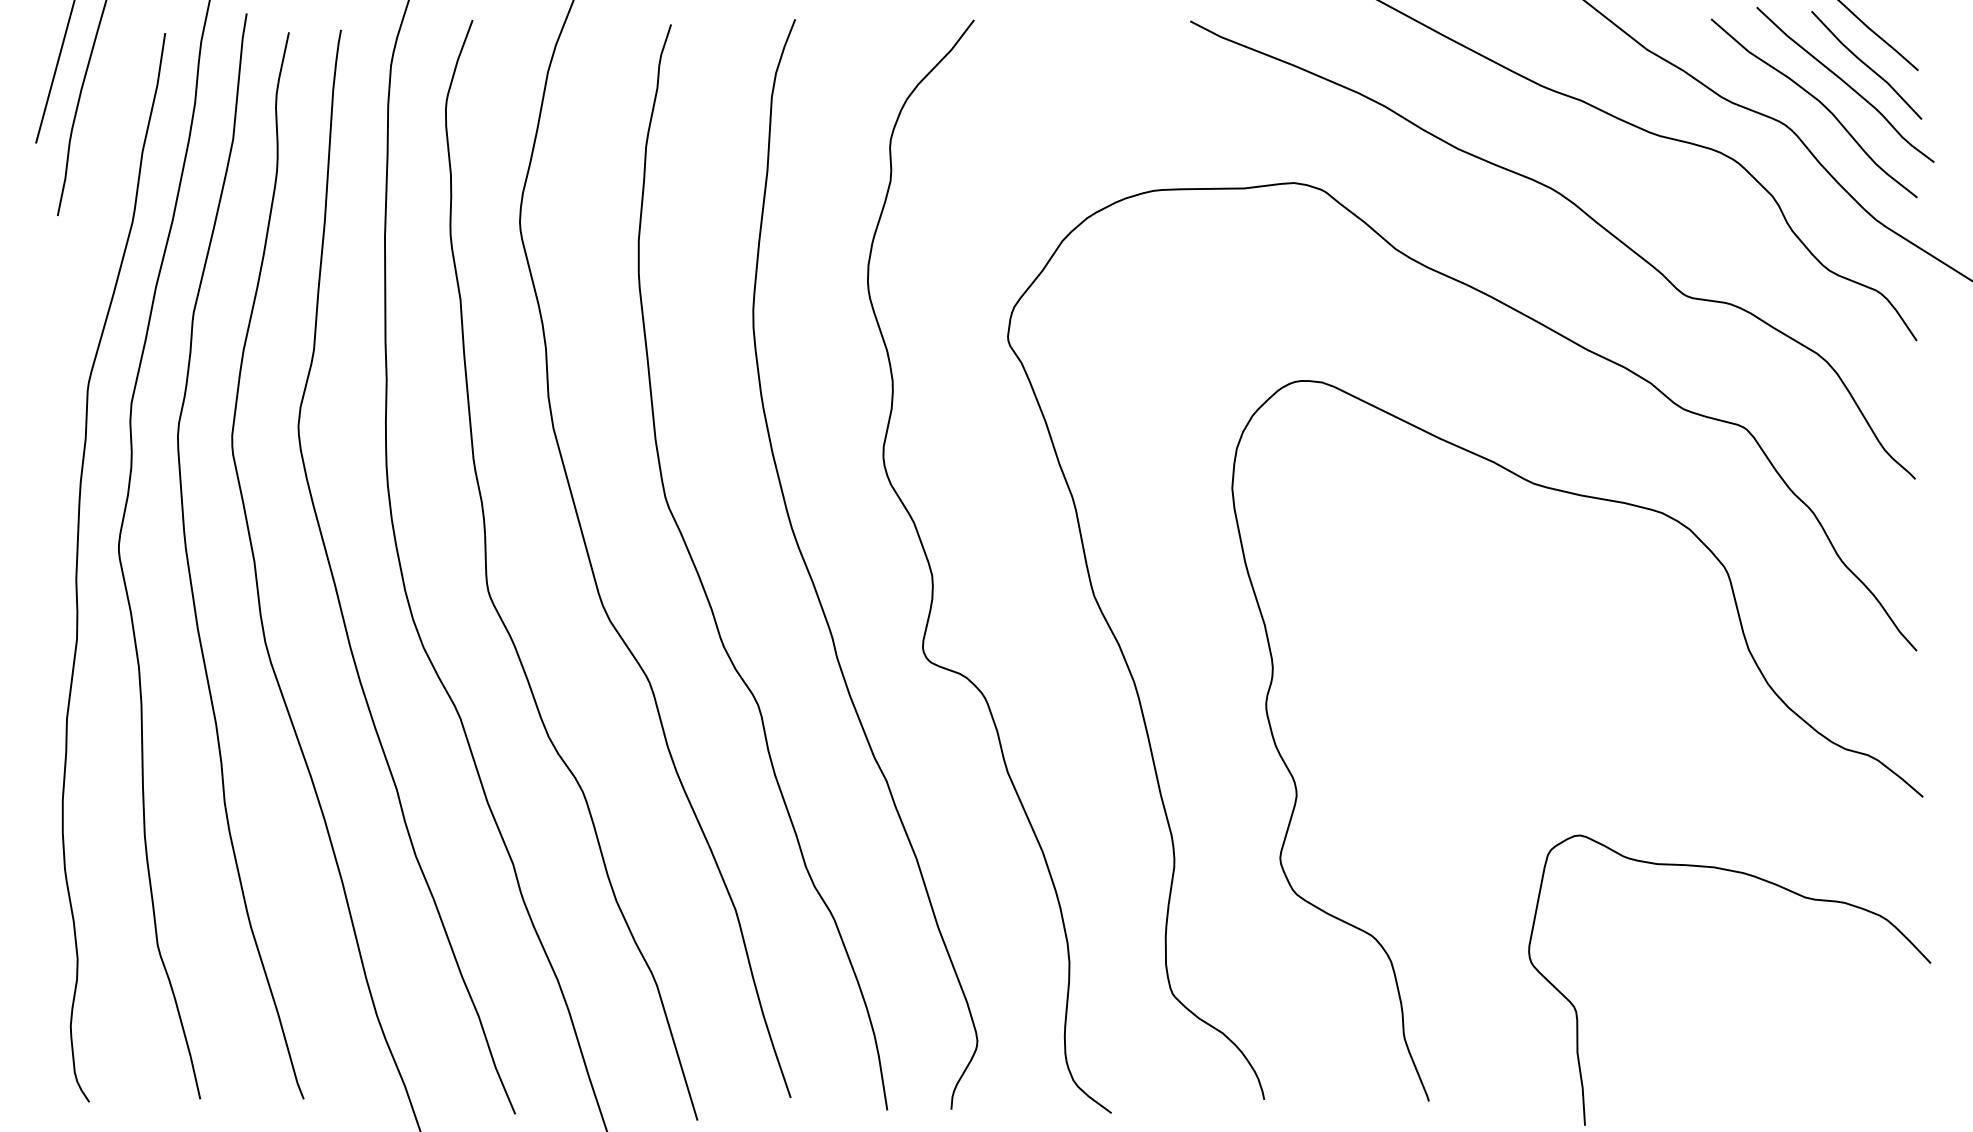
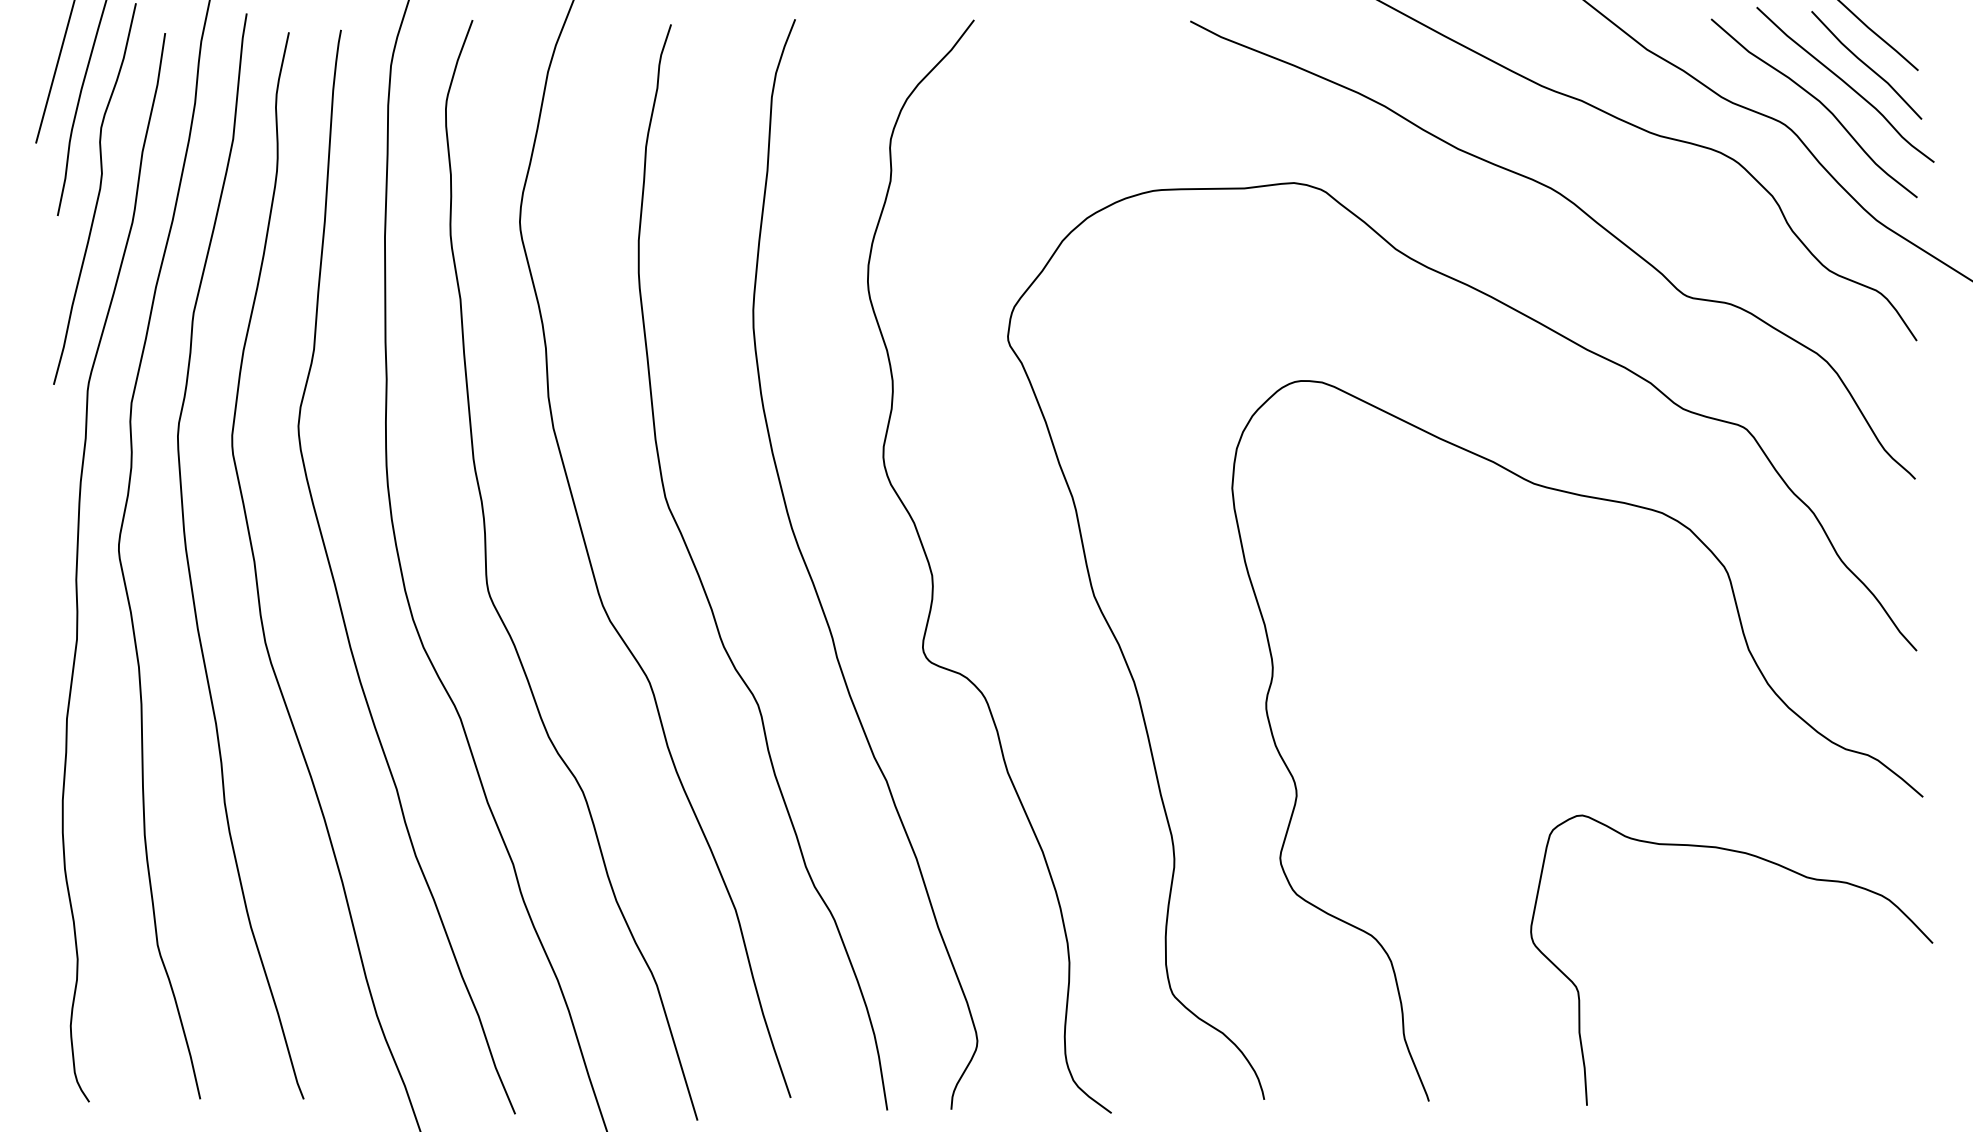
curve at (97, 195): none -> present
curve at (1769, 883) position: (1769, 883) -> (1771, 863)
